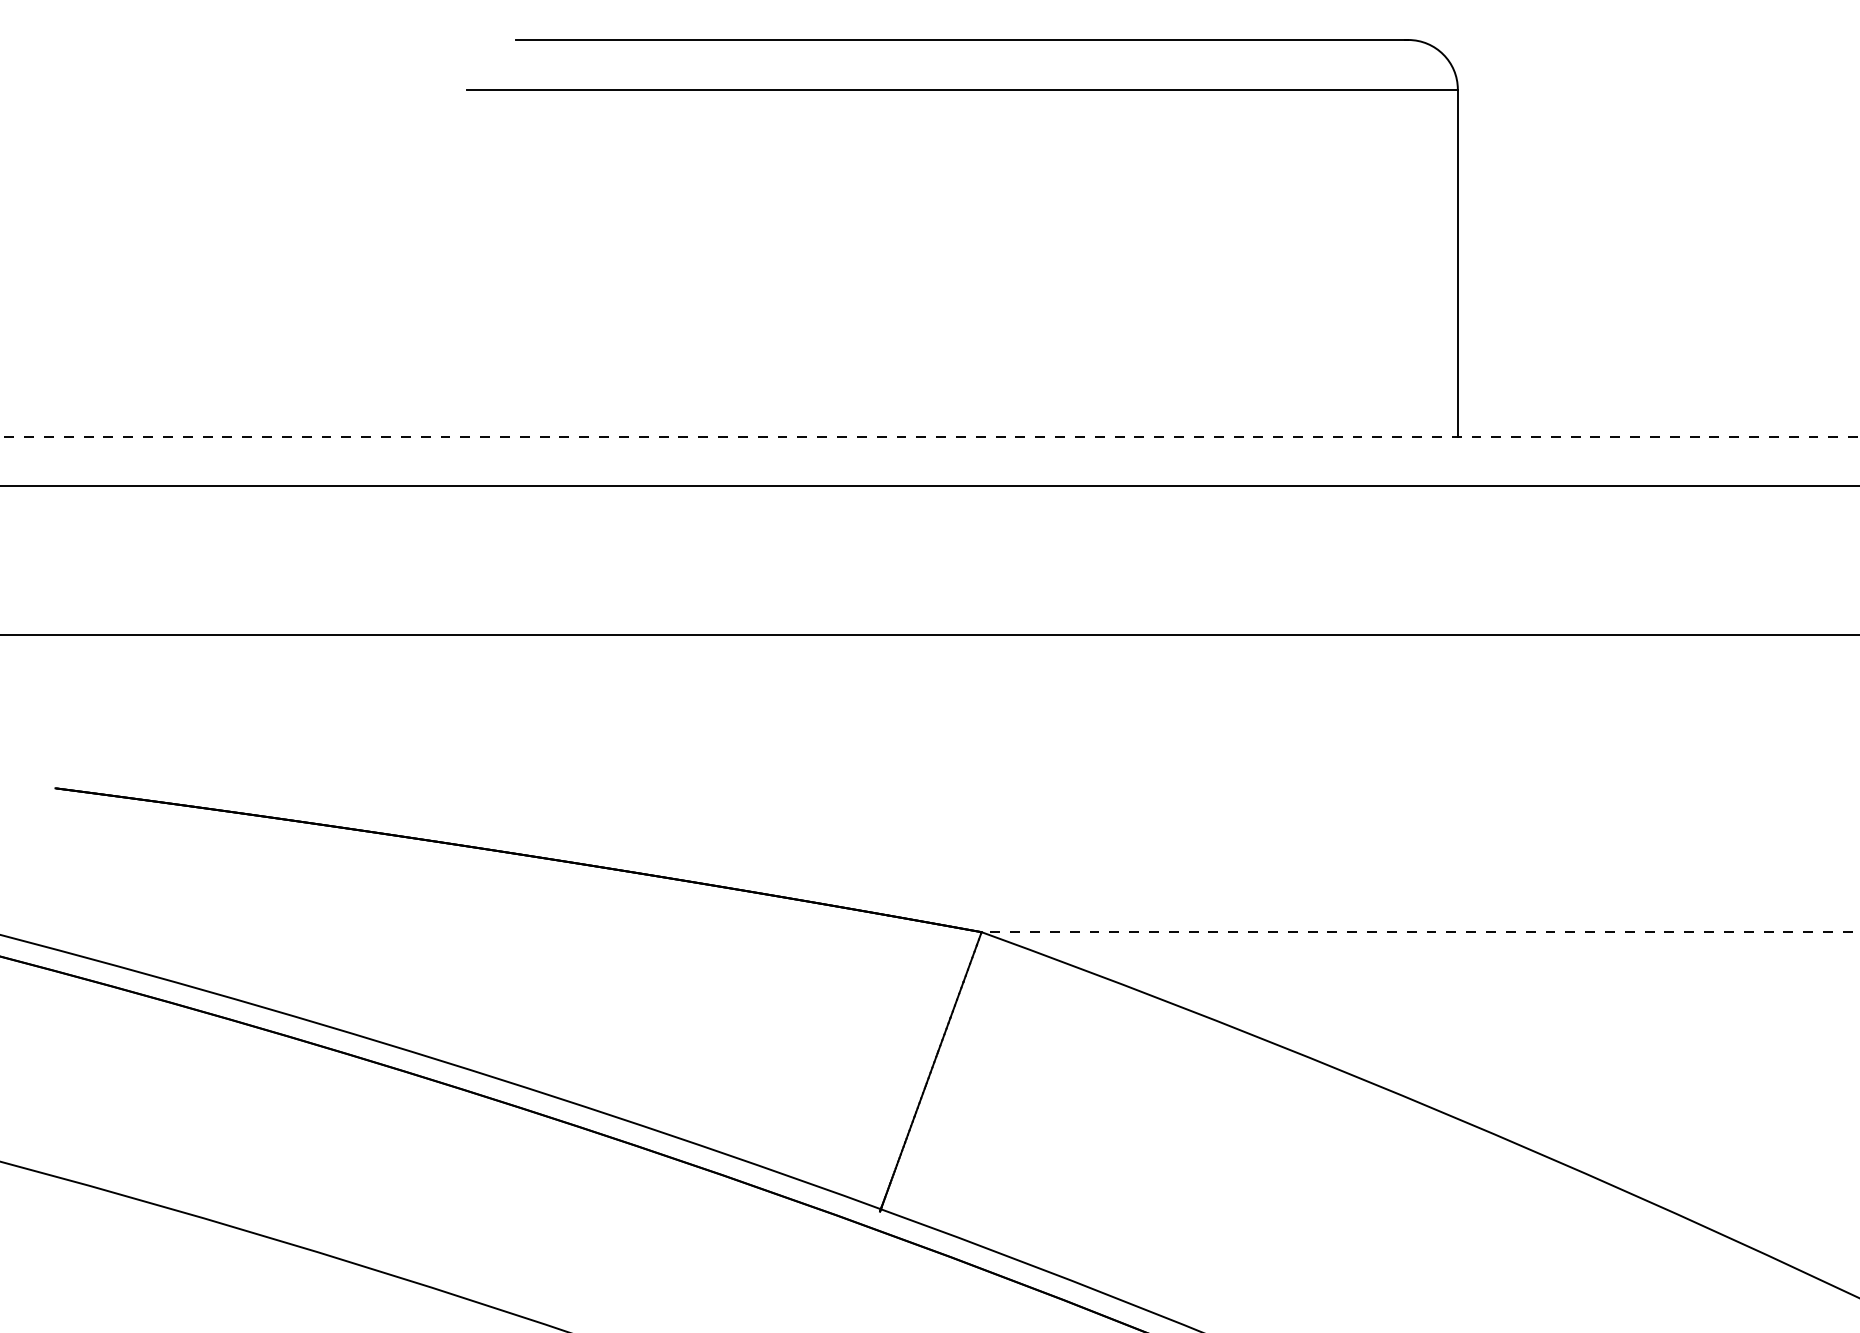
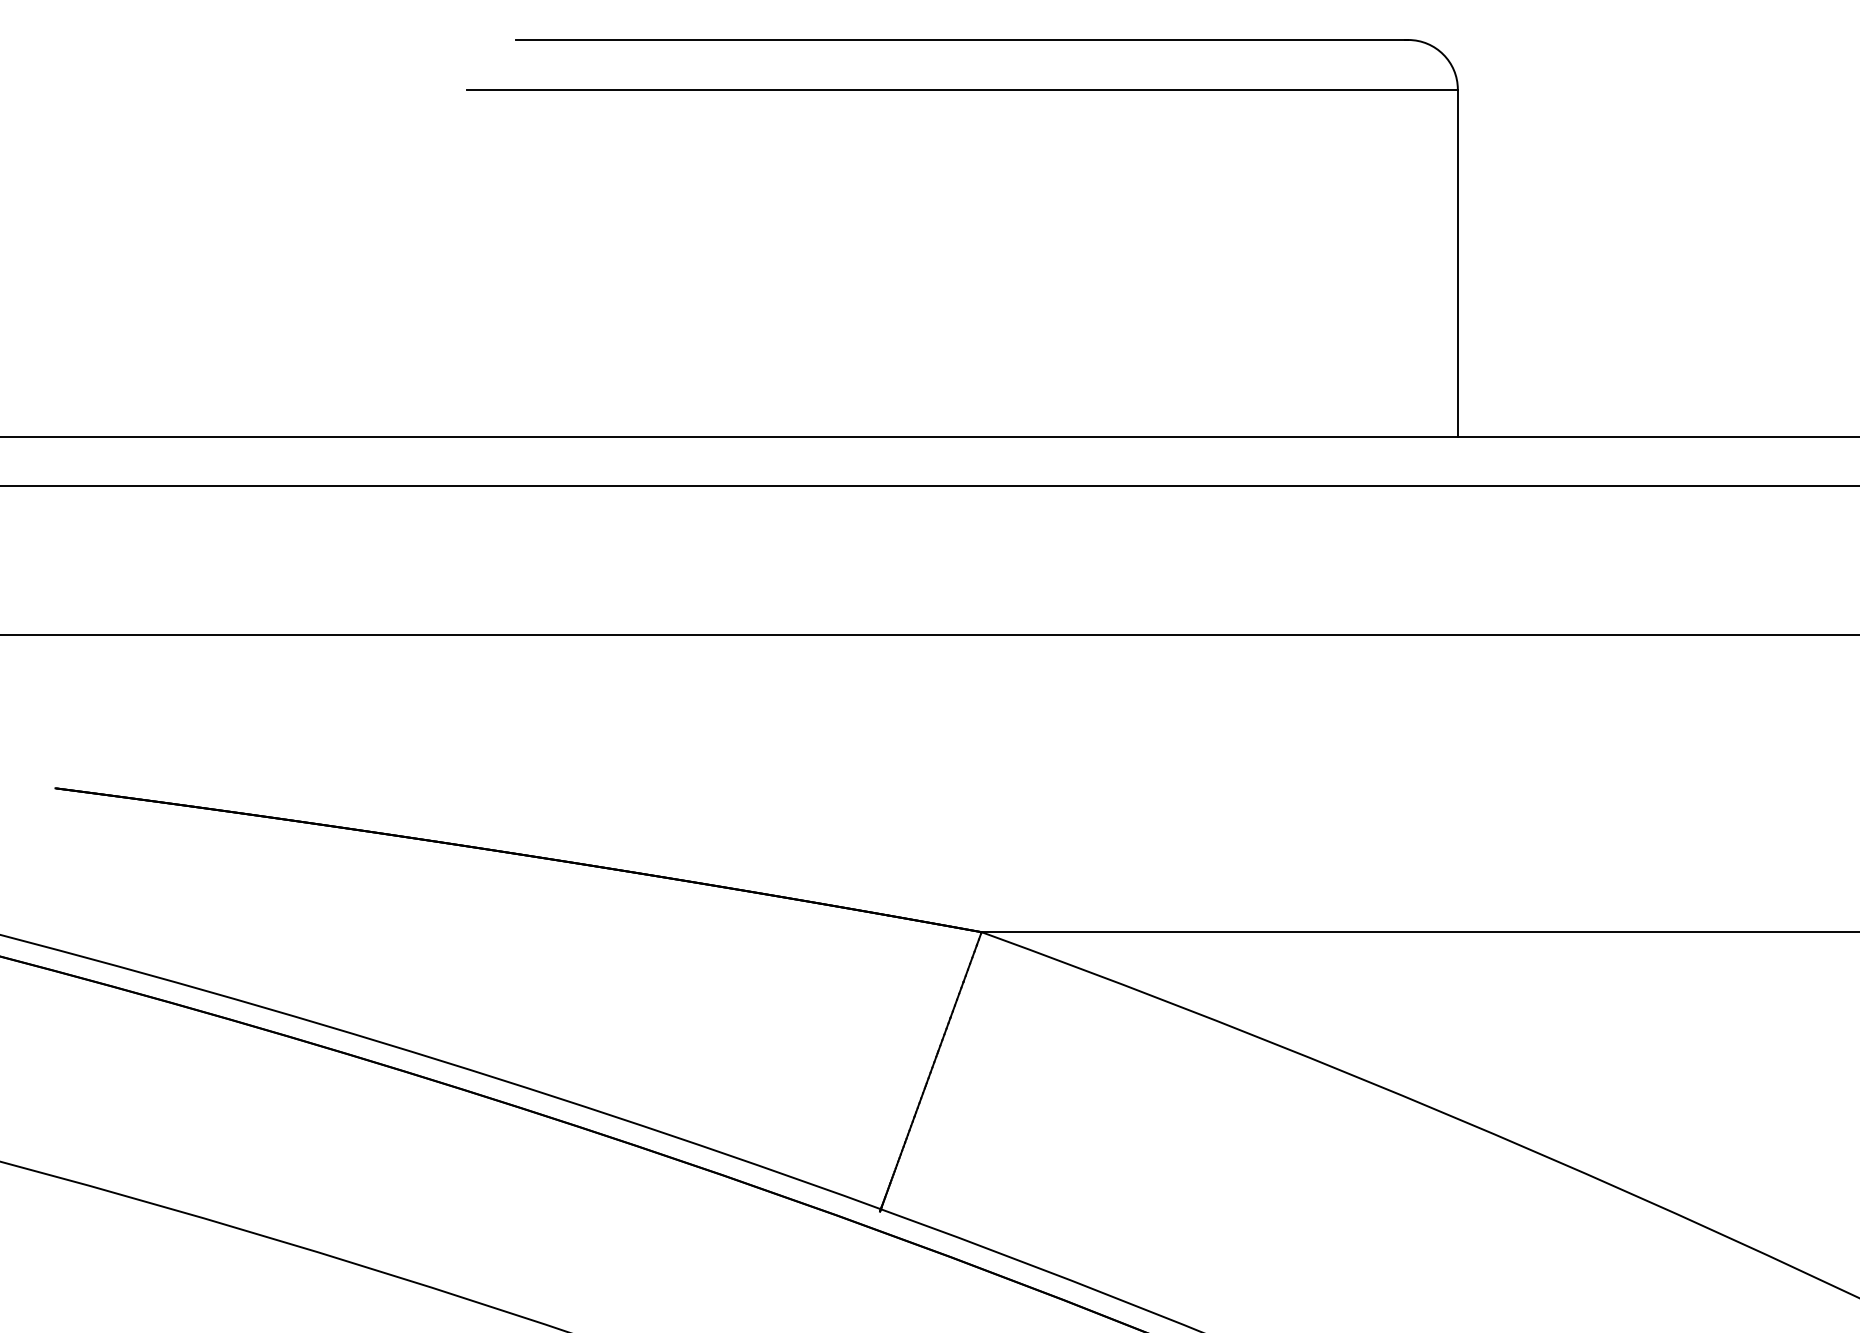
line at (930, 436): dashed -> solid
line at (1420, 932): dashed -> solid
